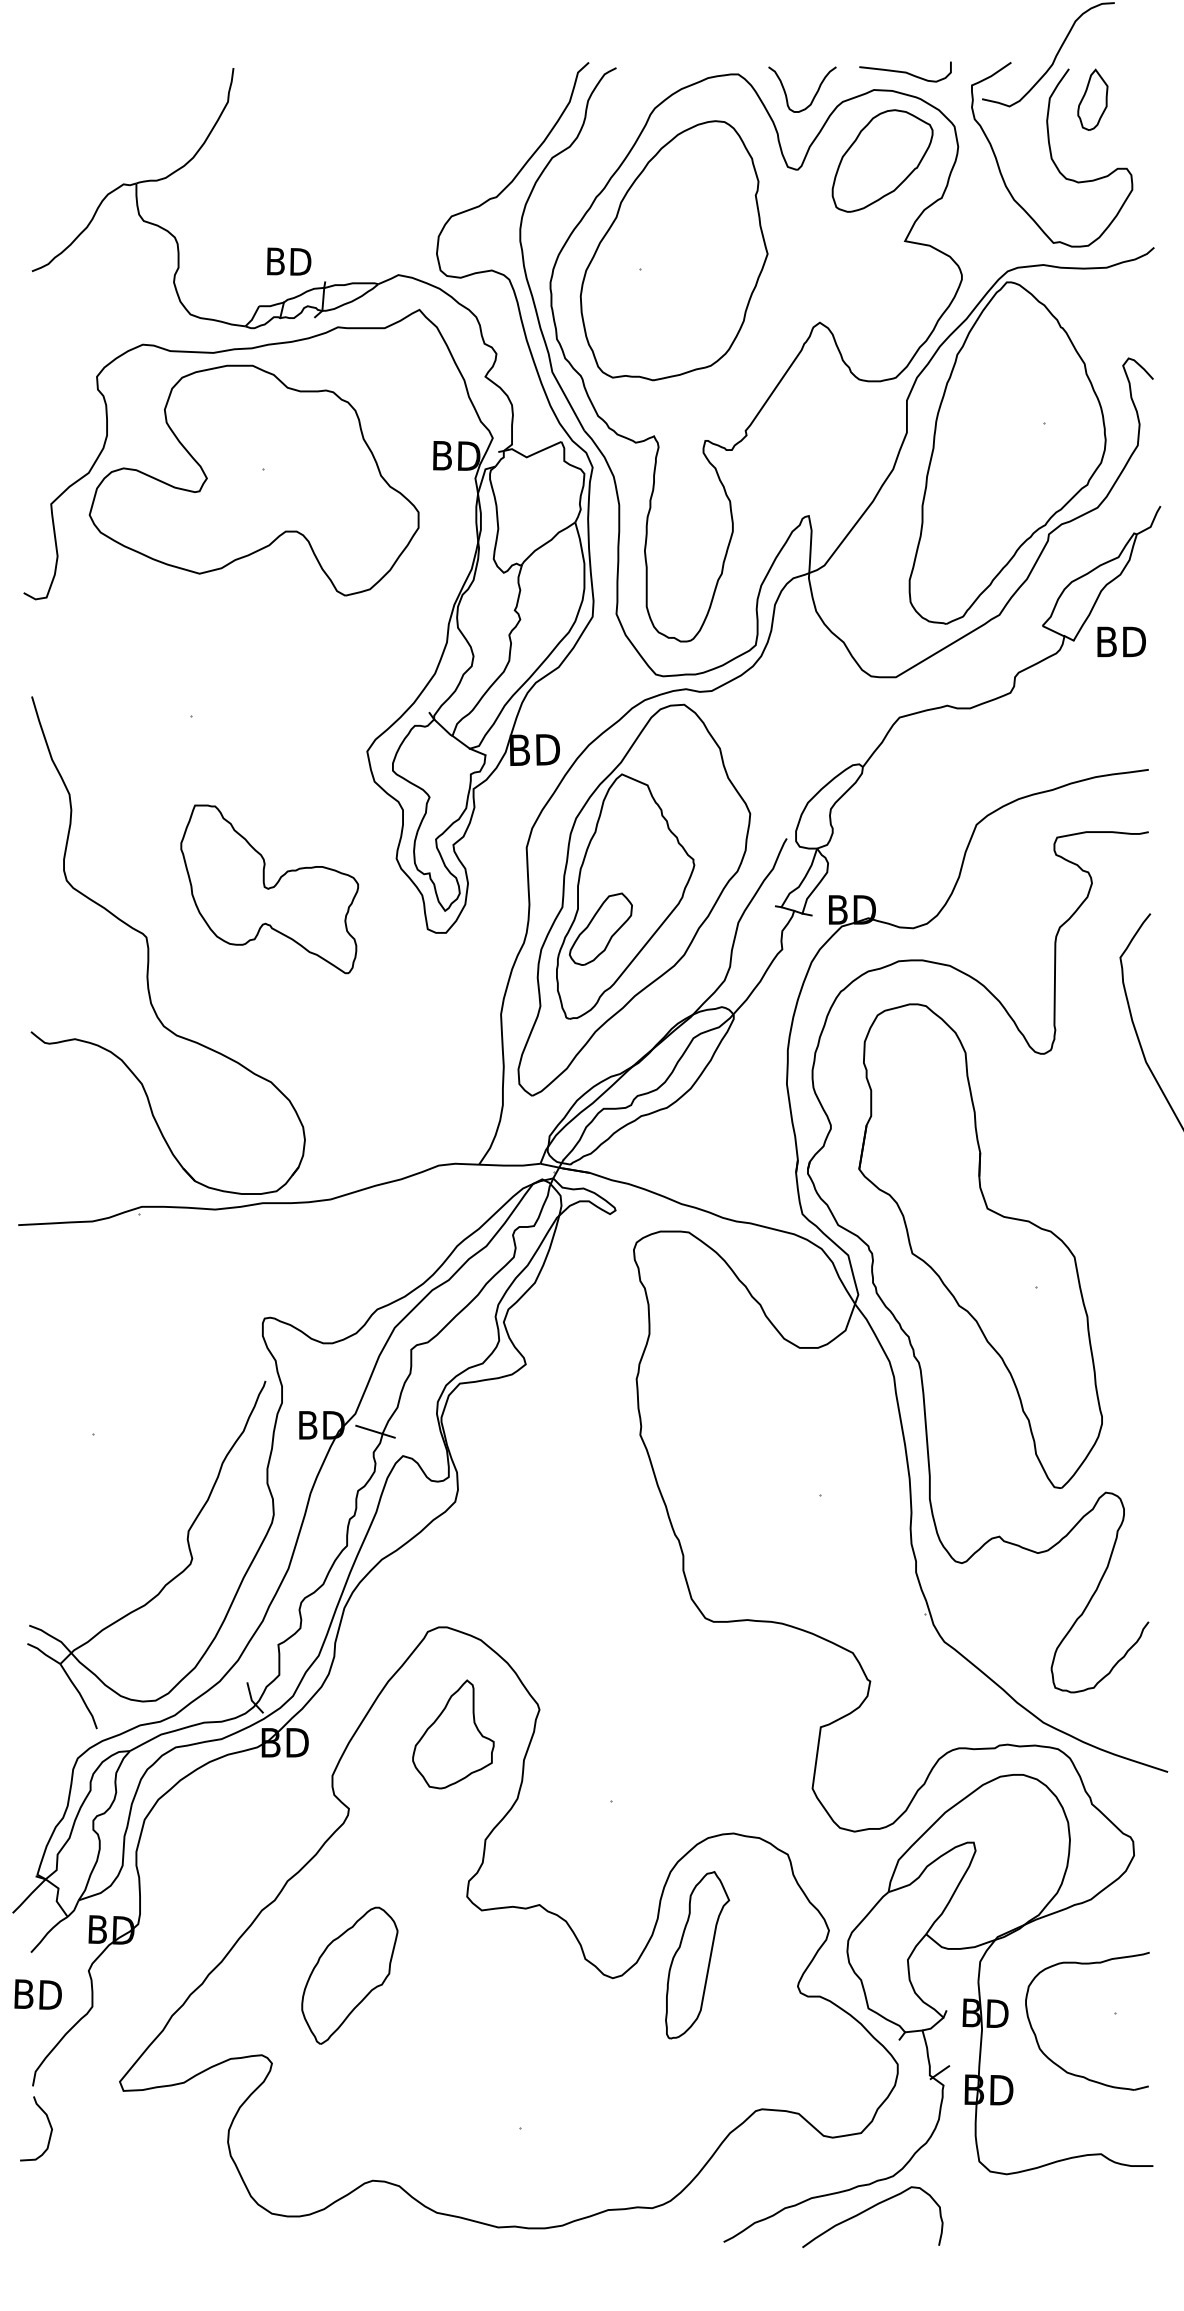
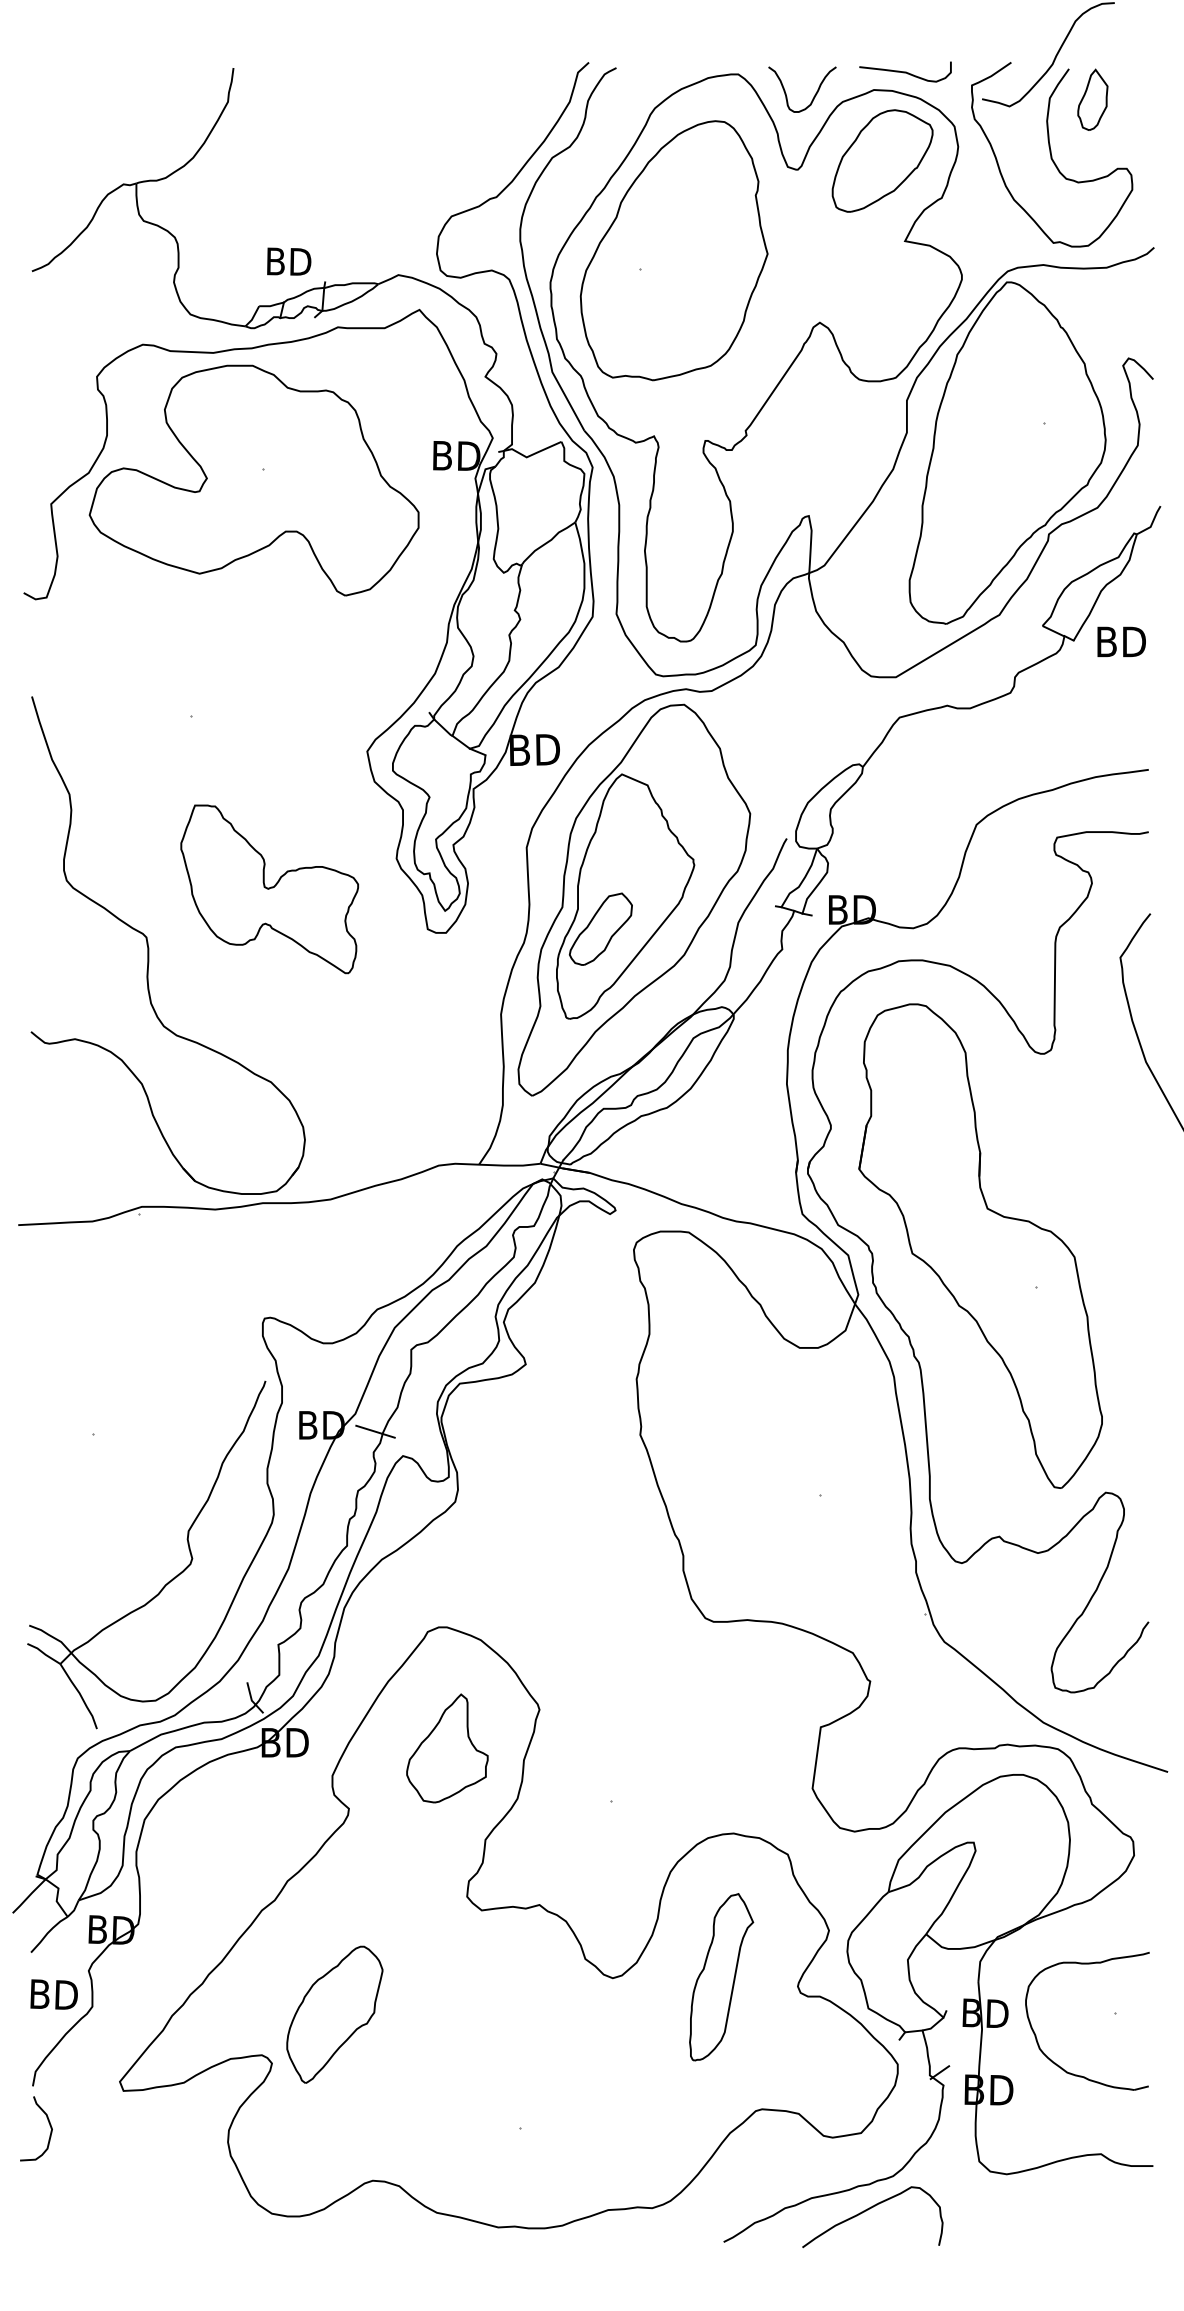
part at (453, 1734) position: (453, 1734) -> (447, 1748)
part at (697, 1955) position: (697, 1955) -> (721, 1977)
part at (349, 1975) position: (349, 1975) -> (334, 2014)
text at (37, 1994) position: (37, 1994) -> (53, 1994)
